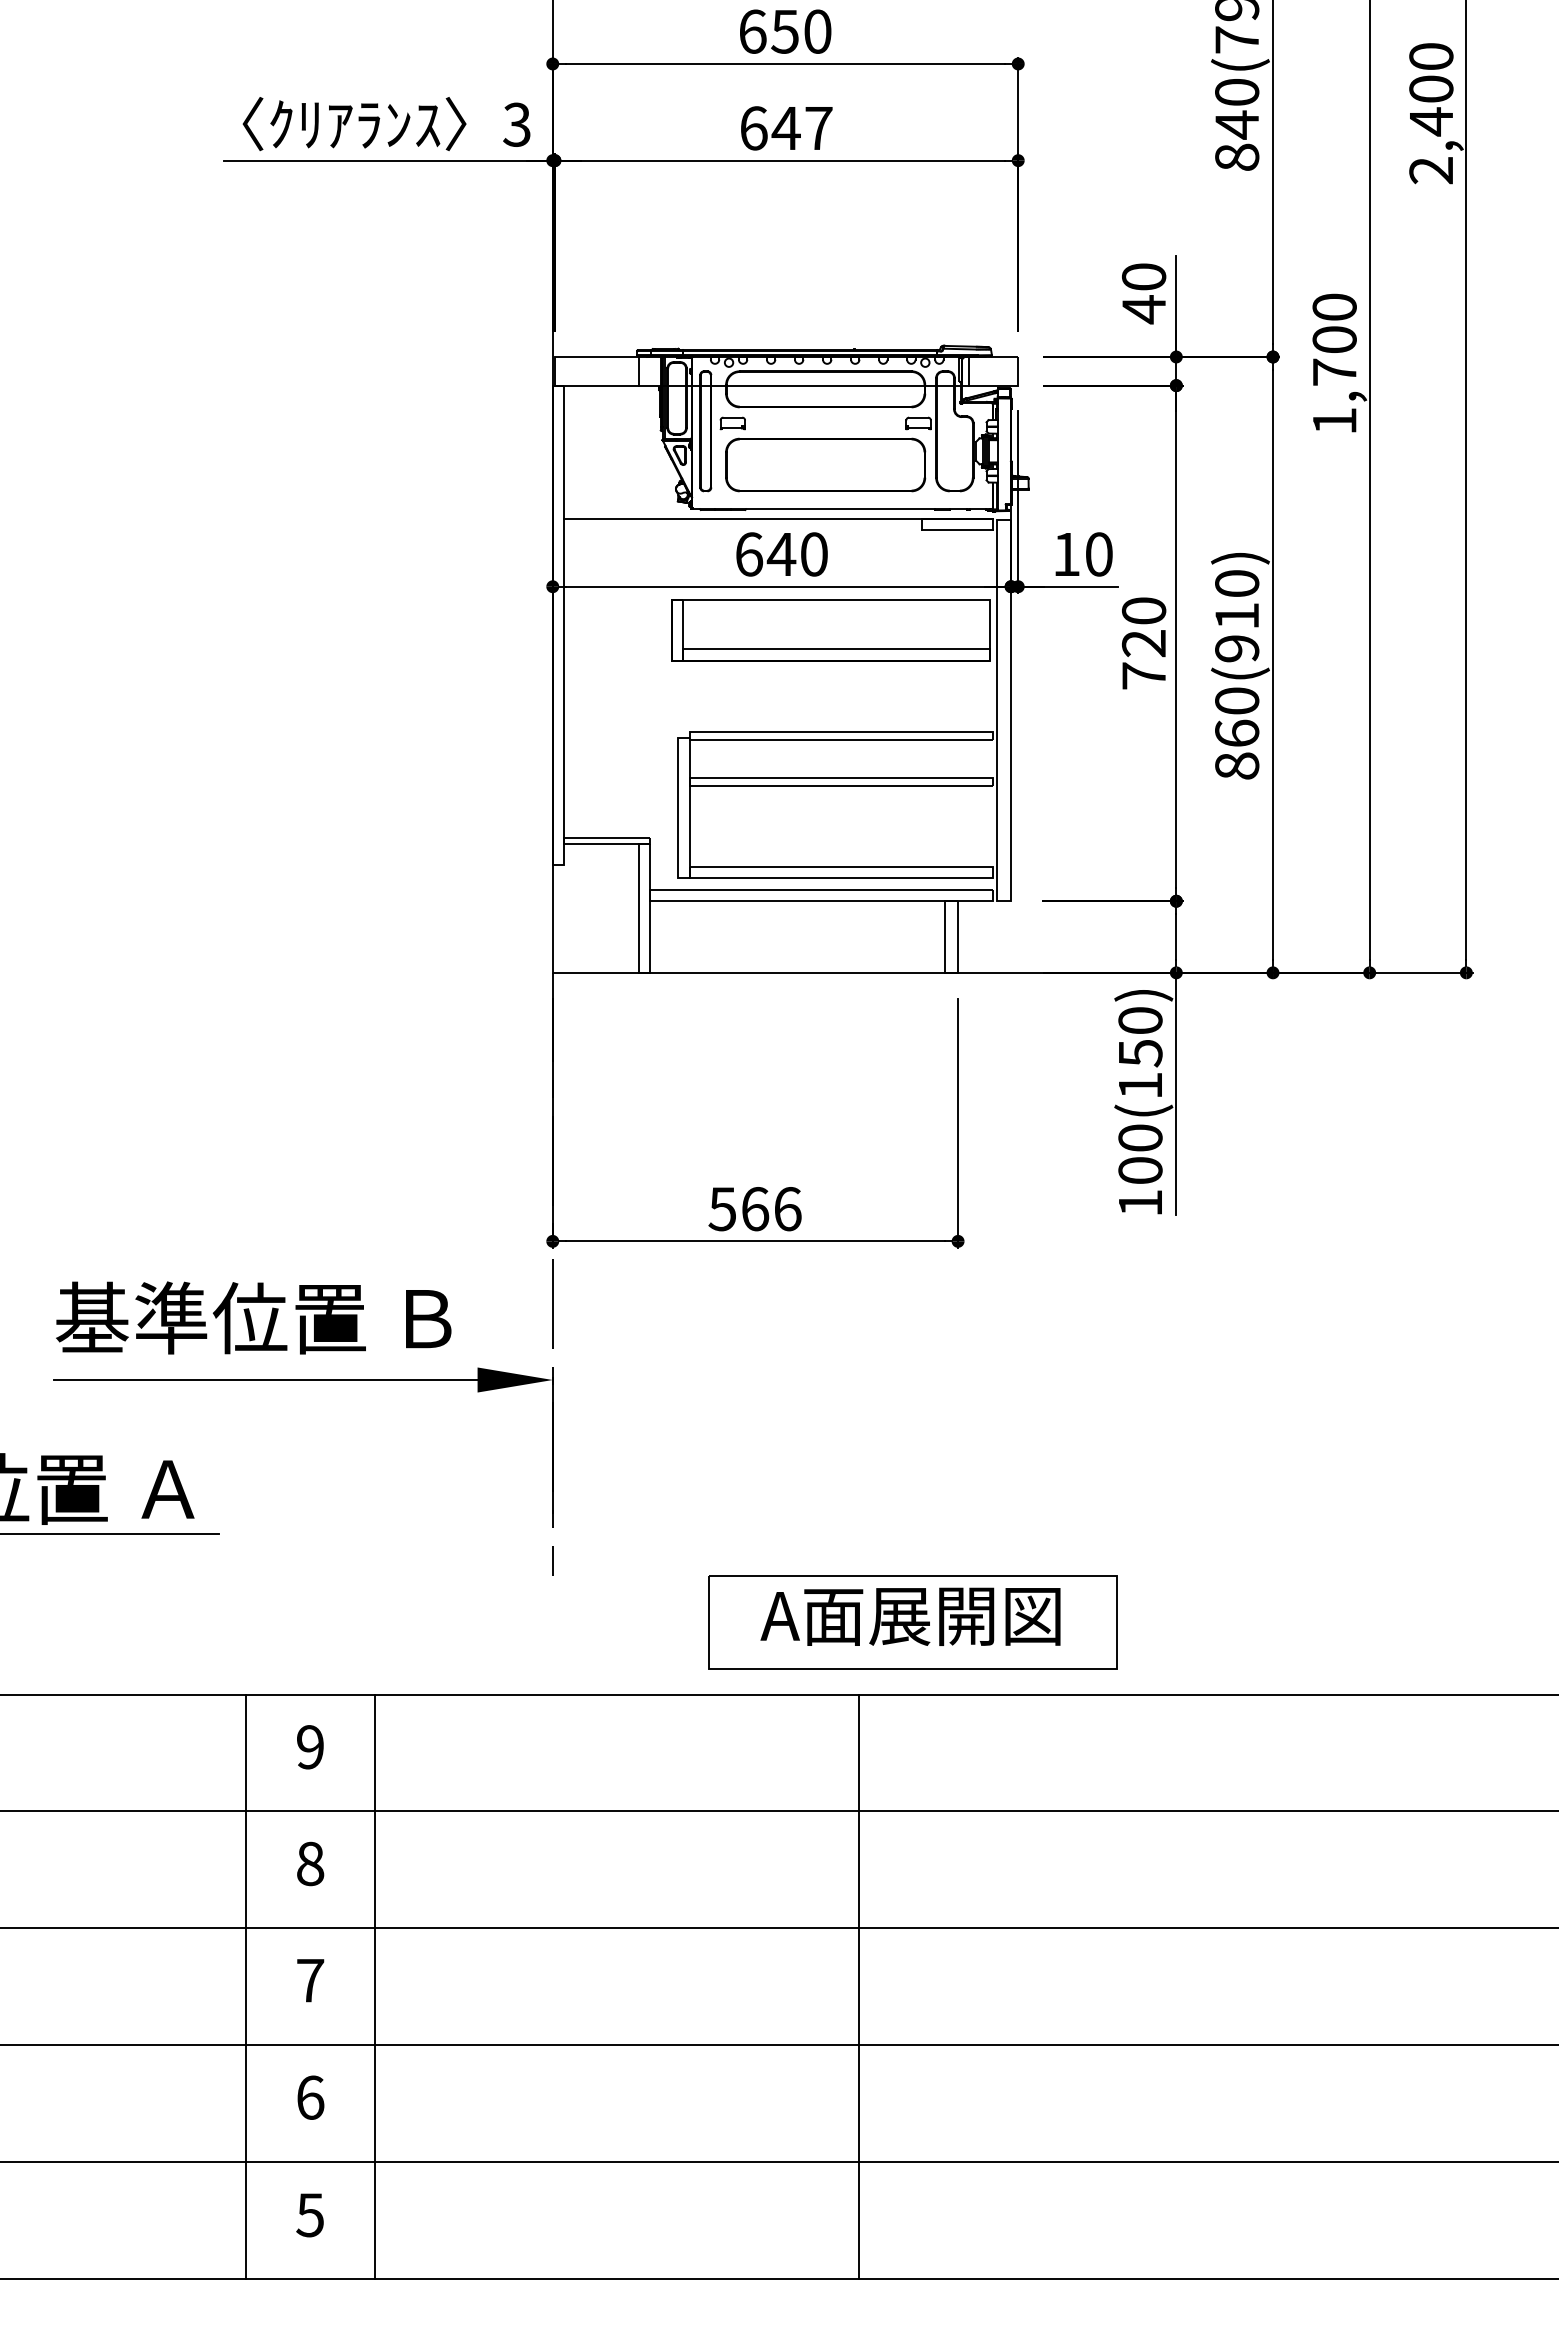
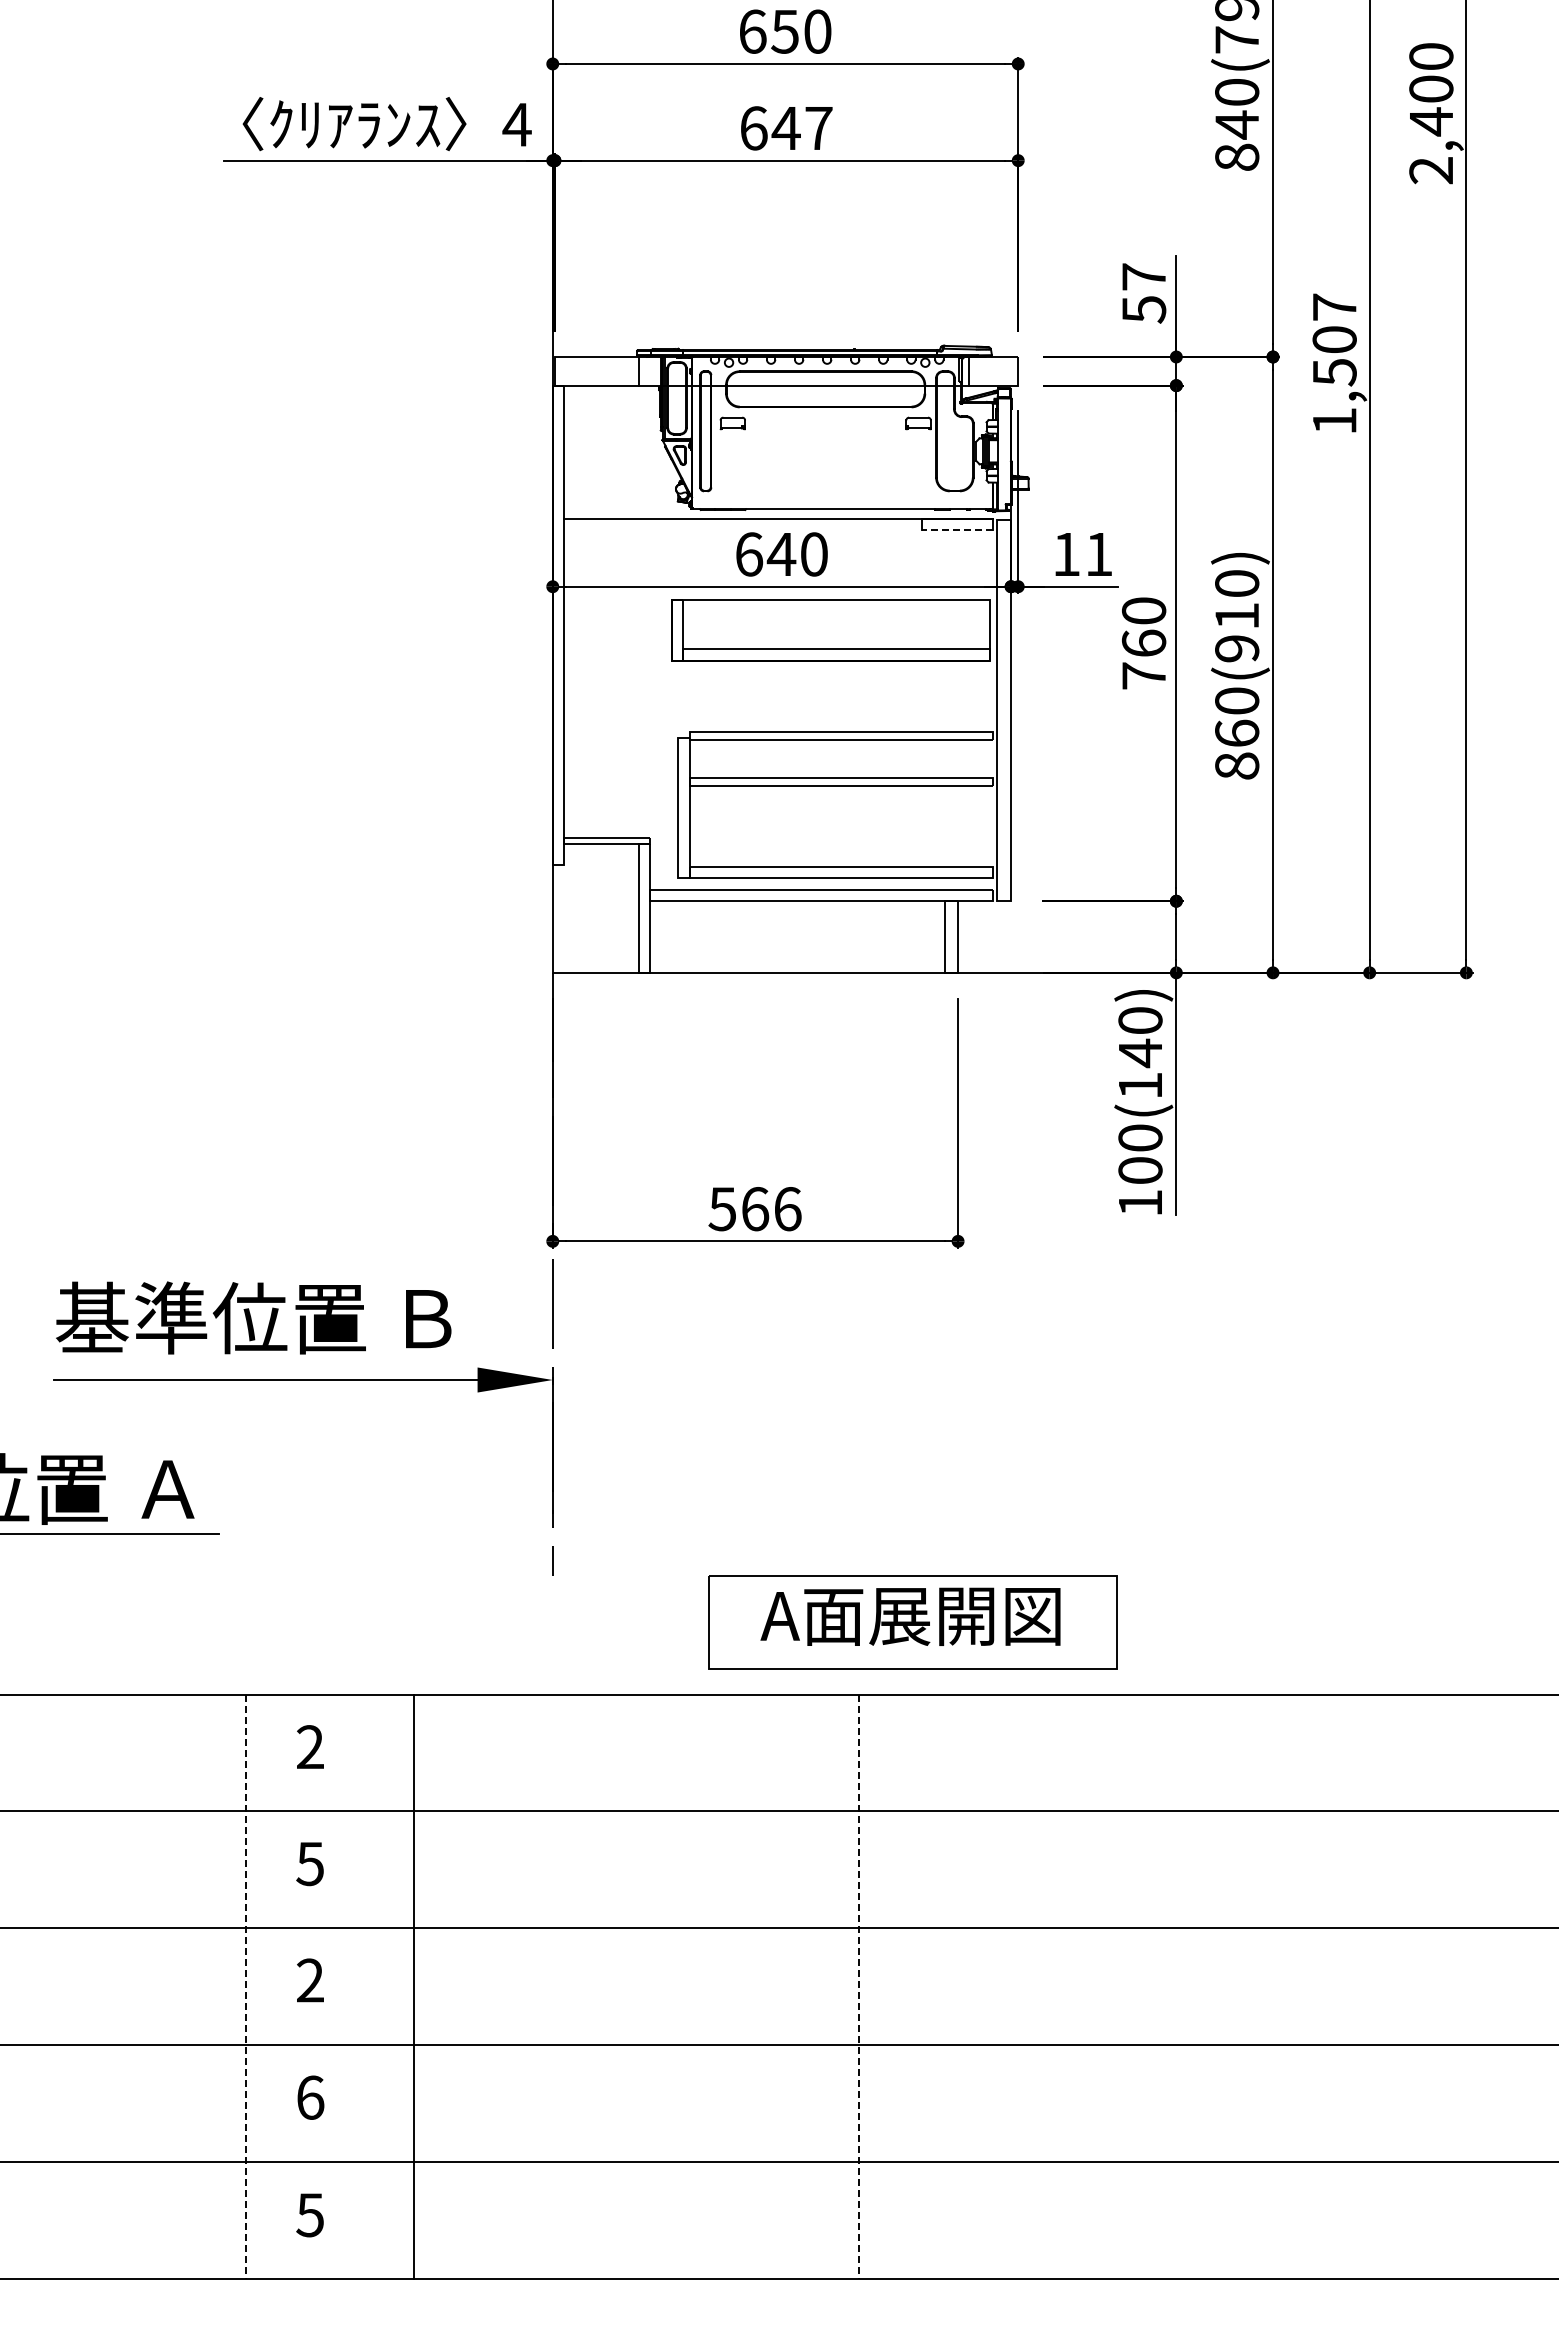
text at (516, 124): 3 -> 4
text at (1143, 293): 40 -> 57
text at (1334, 339): 1,700 -> 1,507
part at (825, 464): present -> none
line at (957, 530): solid -> dashed
text at (1099, 554): 10 -> 11
text at (1143, 643): 720 -> 760
text at (1140, 1053): 100(150) -> 100(140)
text at (310, 1747): 9 -> 2
text at (310, 1863): 8 -> 5
text at (310, 1980): 7 -> 2
line at (375, 1986) position: (375, 1986) -> (414, 1986)
line at (245, 1987): solid -> dashed
line at (858, 1987): solid -> dashed
